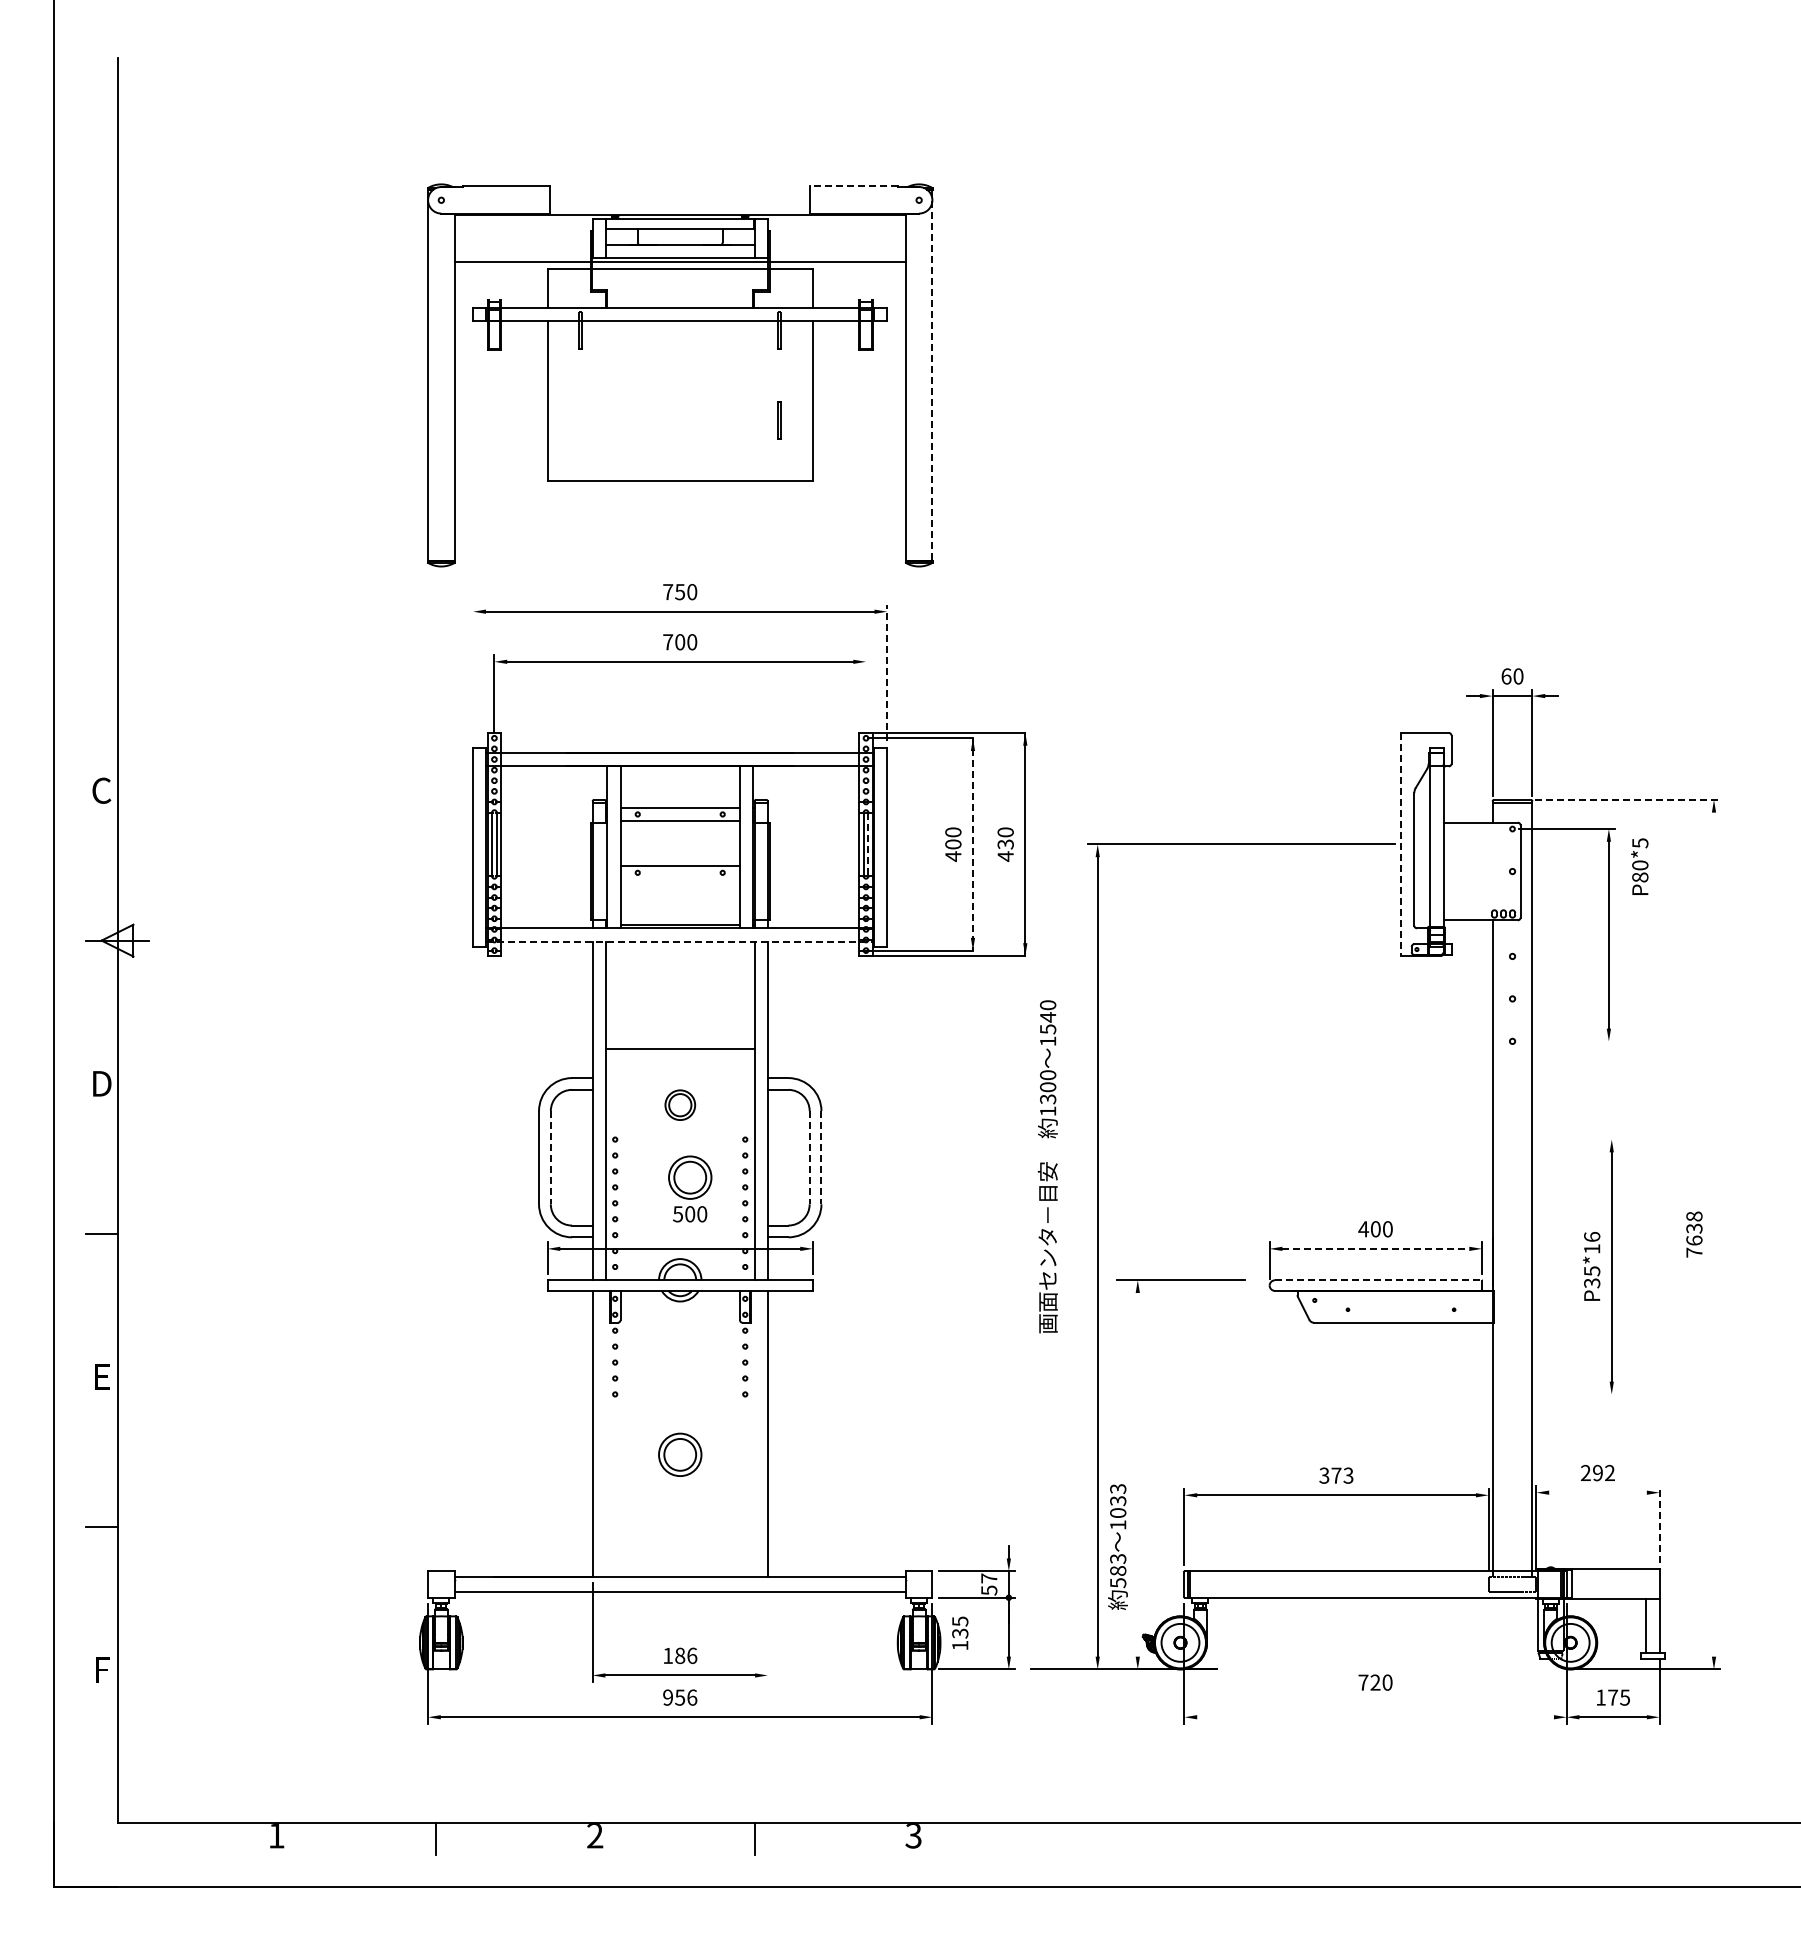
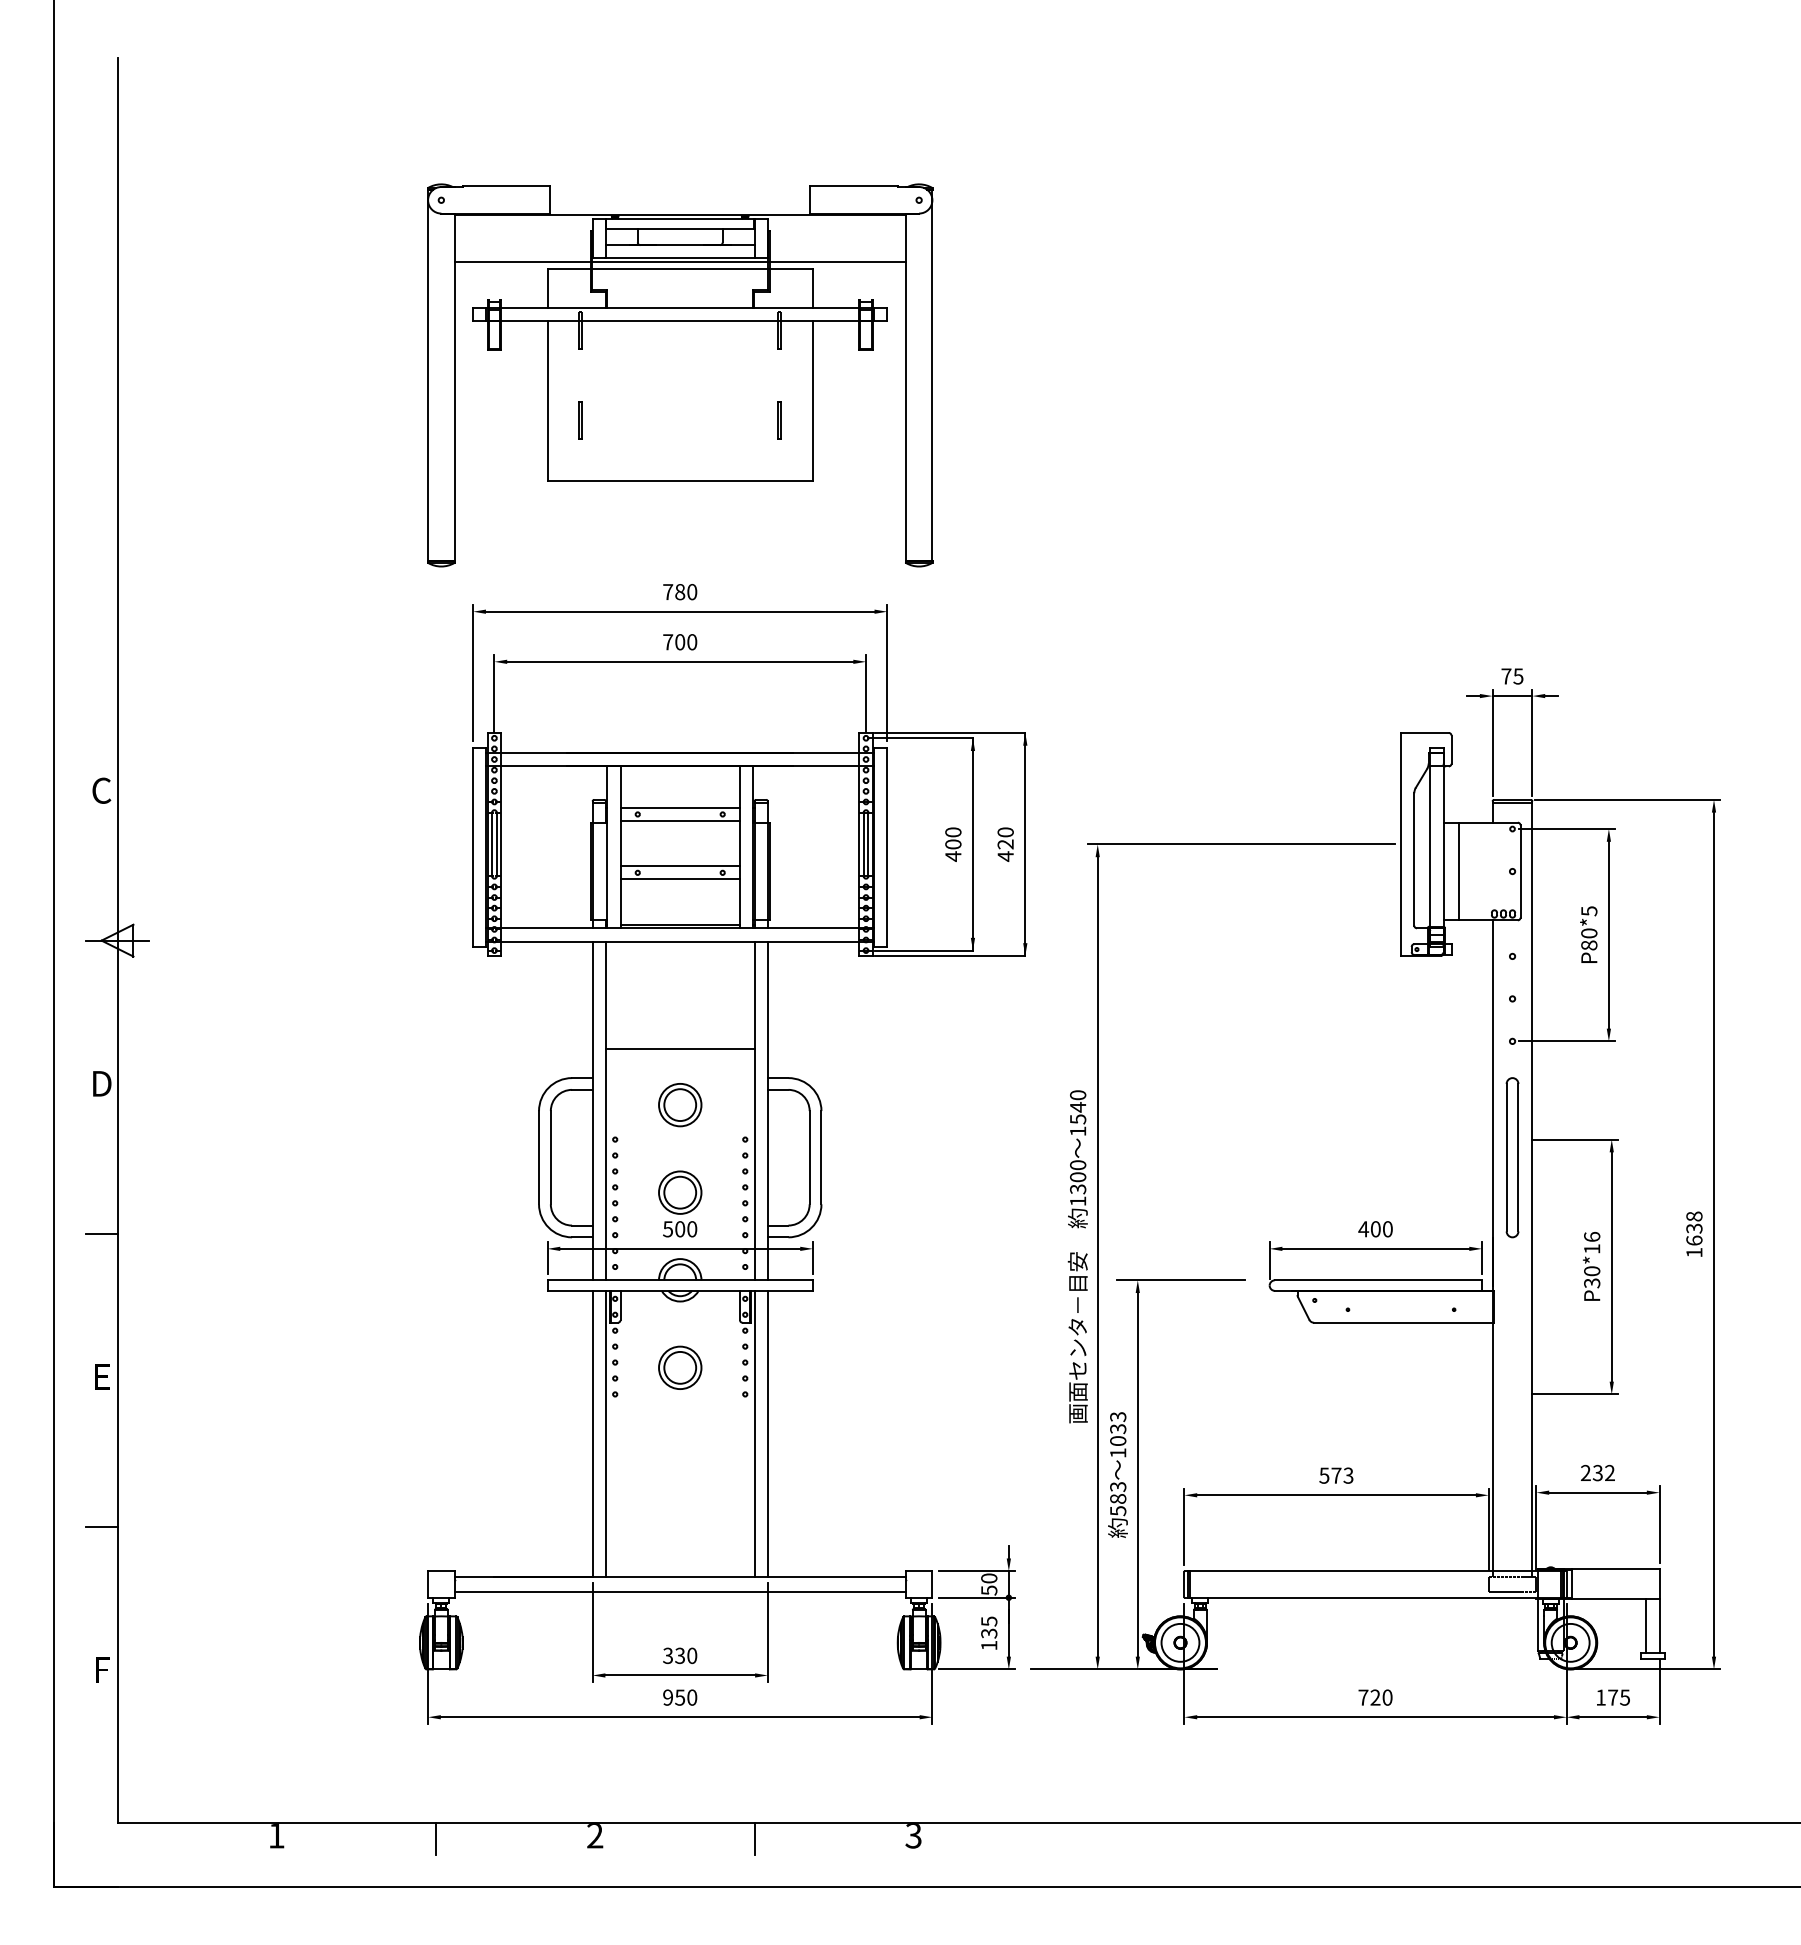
line at (854, 185): dashed -> solid
line at (932, 375): dashed -> solid
line at (579, 420): none -> present
text at (680, 592): 750 -> 780
line at (887, 672): dashed -> solid
line at (473, 673): none -> present
text at (1512, 676): 60 -> 75
line at (866, 693): none -> present
line at (1627, 799): dashed -> solid
line at (868, 844): dashed -> solid
line at (972, 844): dashed -> solid
text at (1005, 844): 430 -> 420
line at (1401, 844): dashed -> solid
text at (1639, 866) position: (1639, 866) -> (1588, 934)
line at (1459, 871): none -> present
line at (679, 879): none -> present
line at (680, 941): dashed -> solid
line at (1566, 1041): none -> present
part at (680, 1104) size: 33x32 px -> 45x45 px
line at (1575, 1139): none -> present
line at (550, 1157): dashed -> solid
line at (809, 1157): dashed -> solid
line at (821, 1157): dashed -> solid
part at (1512, 1157): none -> present
text at (1047, 1166) position: (1047, 1166) -> (1077, 1256)
part at (690, 1188) position: (690, 1188) -> (680, 1203)
line at (1714, 1234): none -> present
line at (1376, 1248): dashed -> solid
text at (1694, 1252): 7638 -> 1638
text at (1592, 1271): P35*16 -> P30*16
line at (1378, 1280): dashed -> solid
line at (1575, 1394): none -> present
line at (605, 1433): none -> present
line at (754, 1433): none -> present
part at (680, 1454) position: (680, 1454) -> (680, 1367)
text at (1597, 1473): 292 -> 232
line at (1137, 1474): none -> present
text at (1324, 1475): 373 -> 573
line at (1597, 1492): none -> present
line at (1659, 1524): dashed -> solid
text at (1117, 1546) position: (1117, 1546) -> (1117, 1474)
text at (989, 1578): 57 -> 50
line at (767, 1631): none -> present
text at (960, 1632) position: (960, 1632) -> (989, 1632)
text at (680, 1655): 186 -> 330
text at (1375, 1682) position: (1375, 1682) -> (1375, 1697)
text at (692, 1697): 956 -> 950
line at (1375, 1717): none -> present
